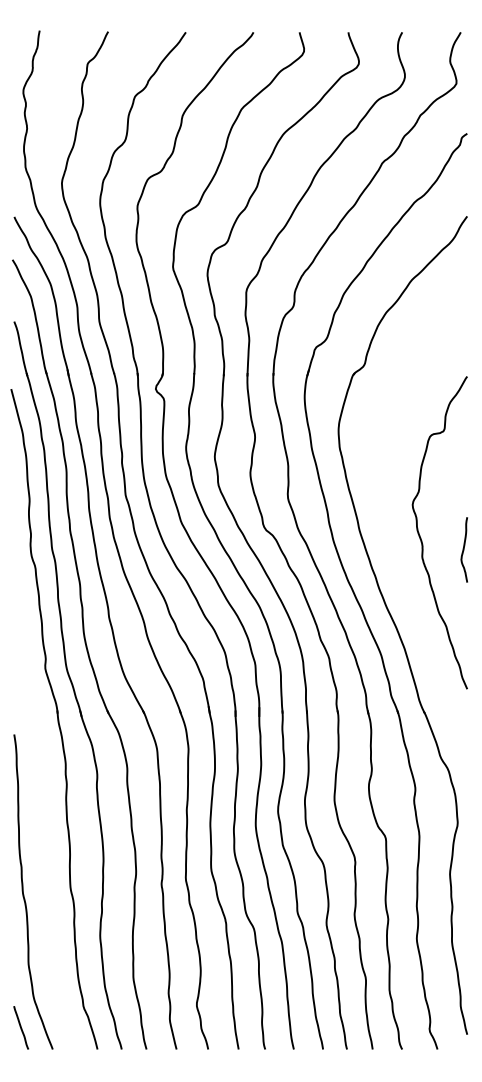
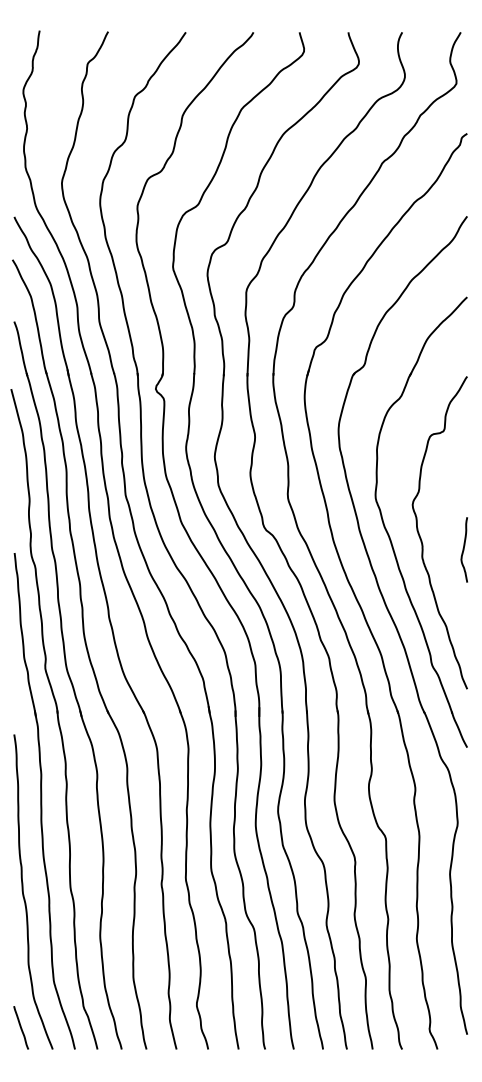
part at (389, 534): none -> present
part at (44, 801): none -> present
